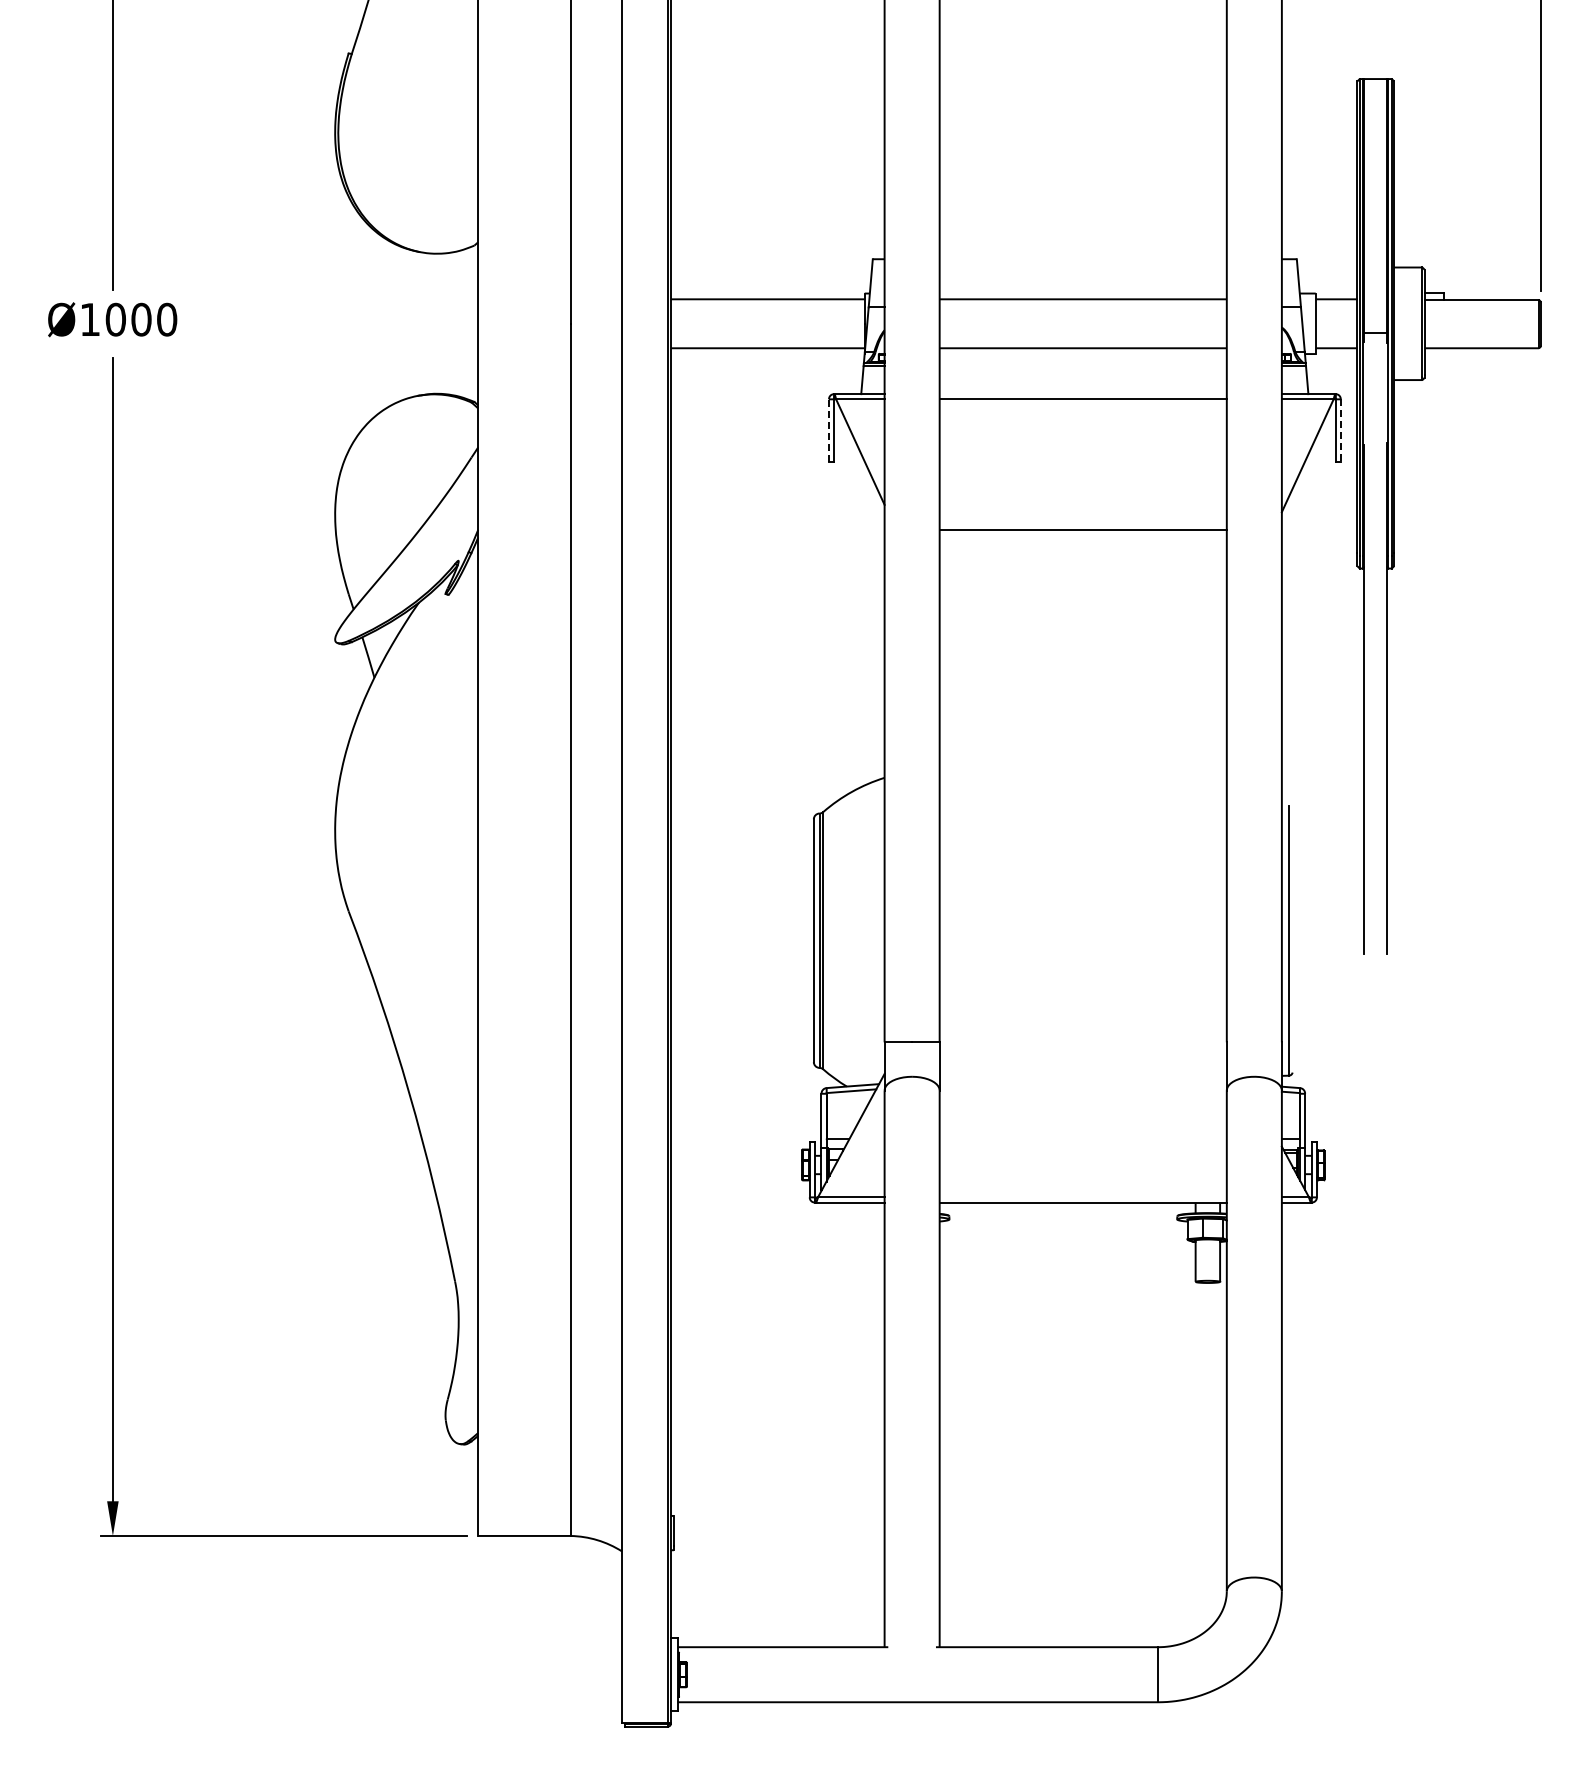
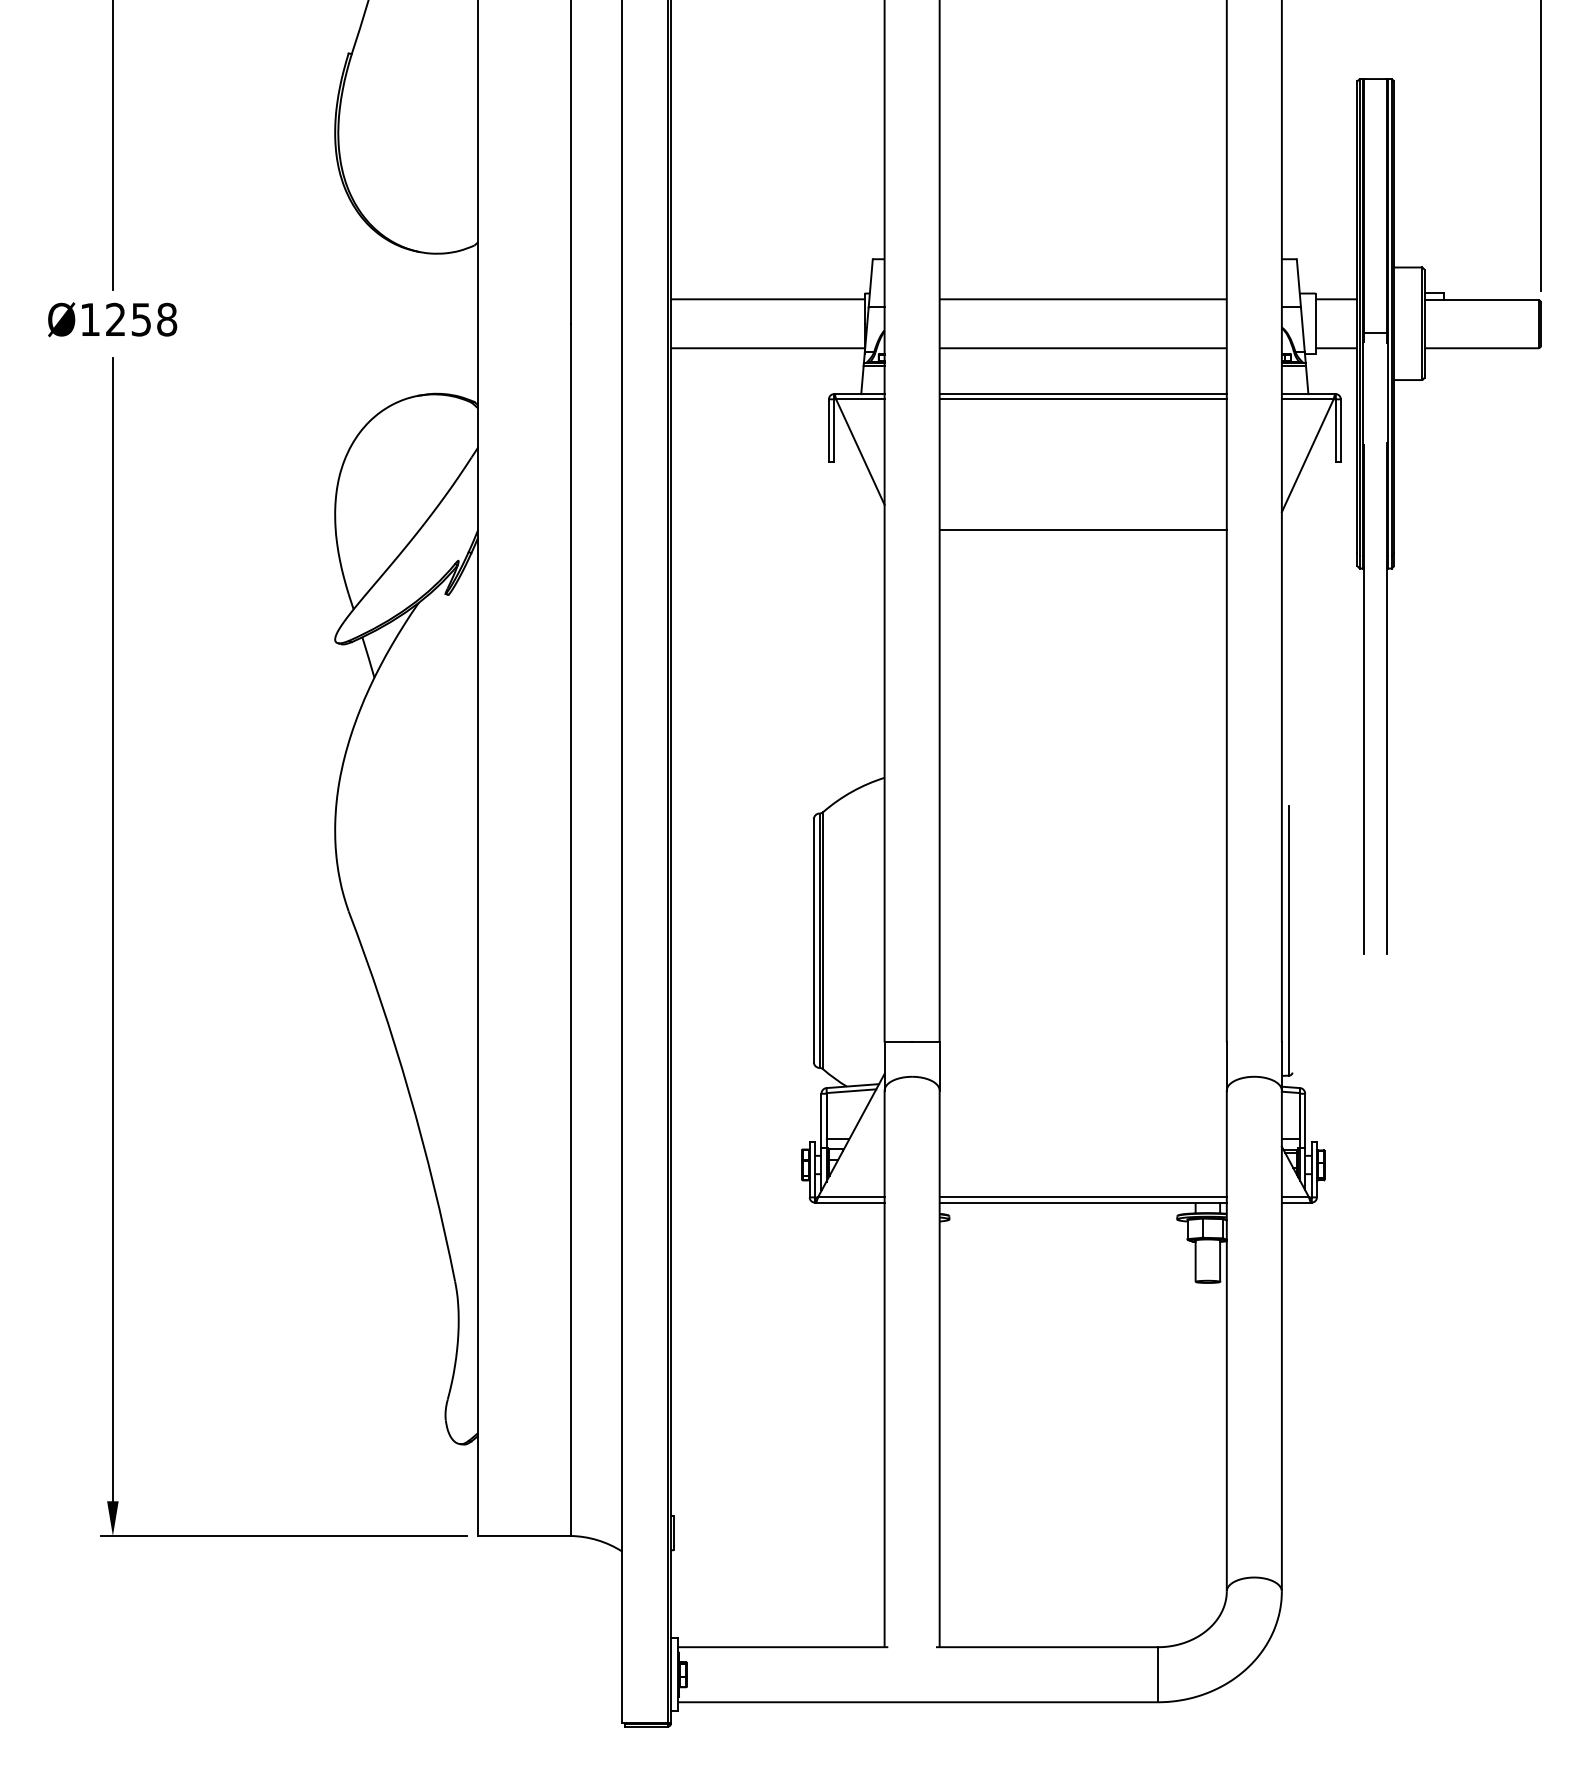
text at (141, 319): Ø1000 -> Ø1258
line at (1082, 394): none -> present
line at (828, 430): dashed -> solid
line at (1340, 430): dashed -> solid
line at (1082, 1197): none -> present
